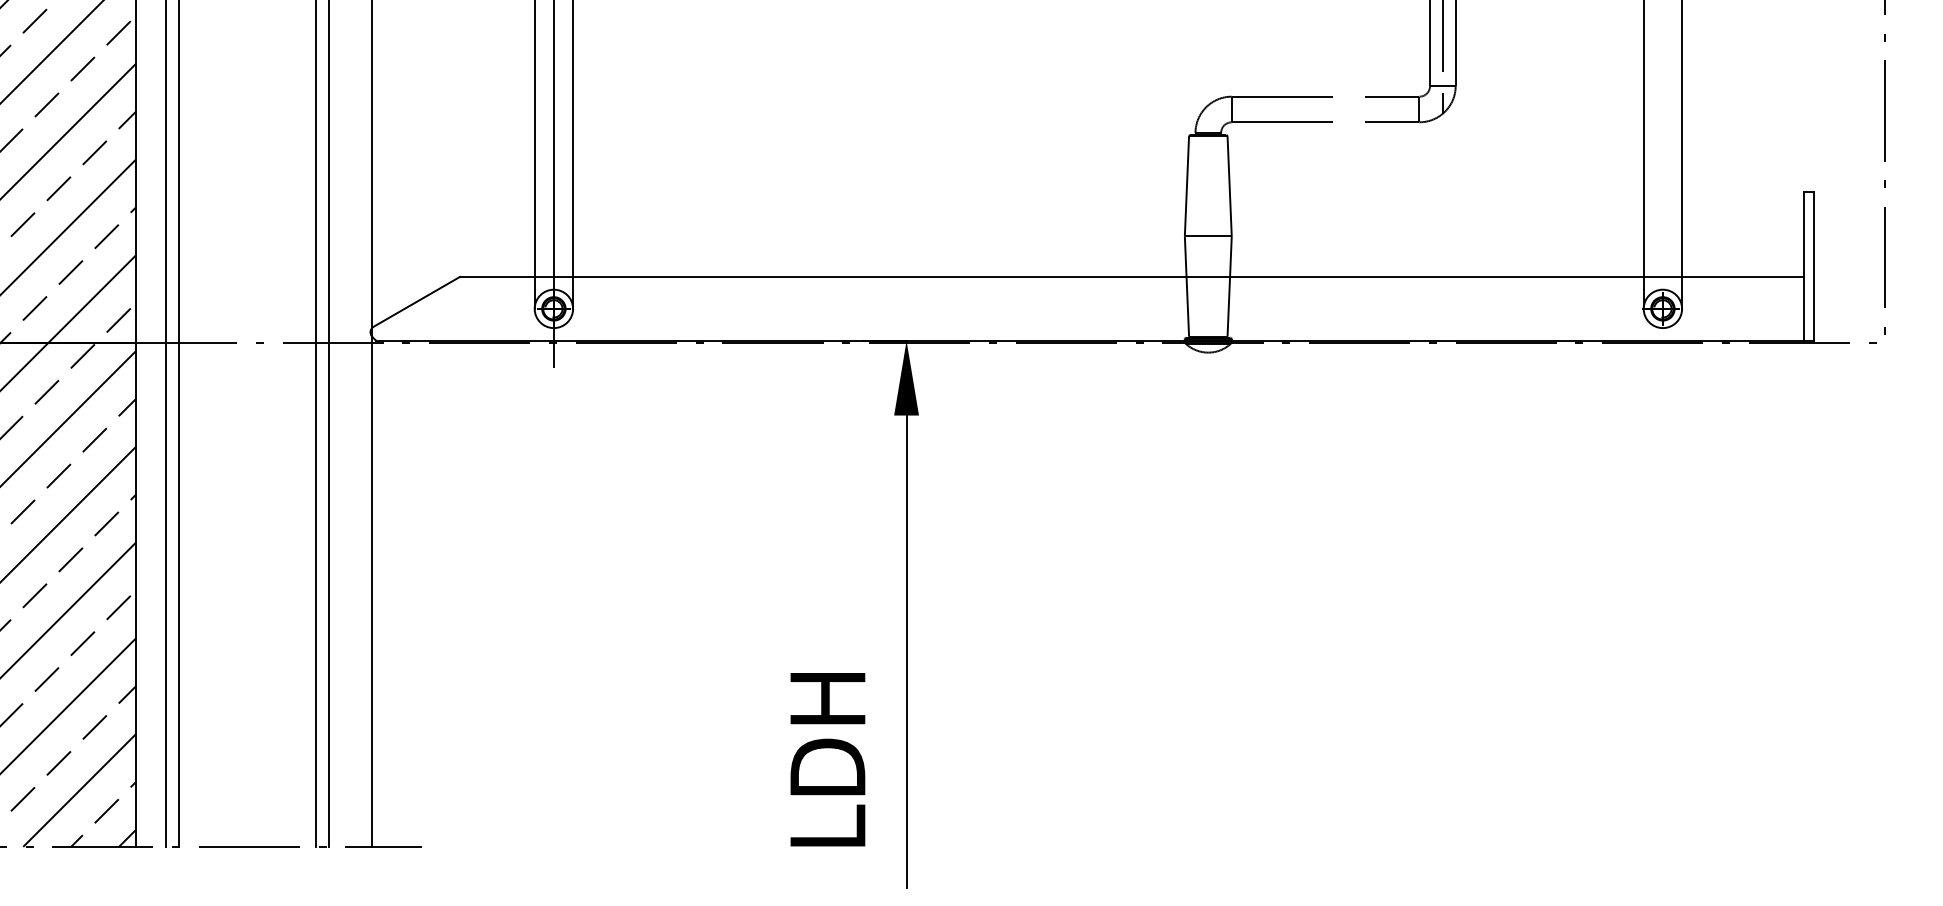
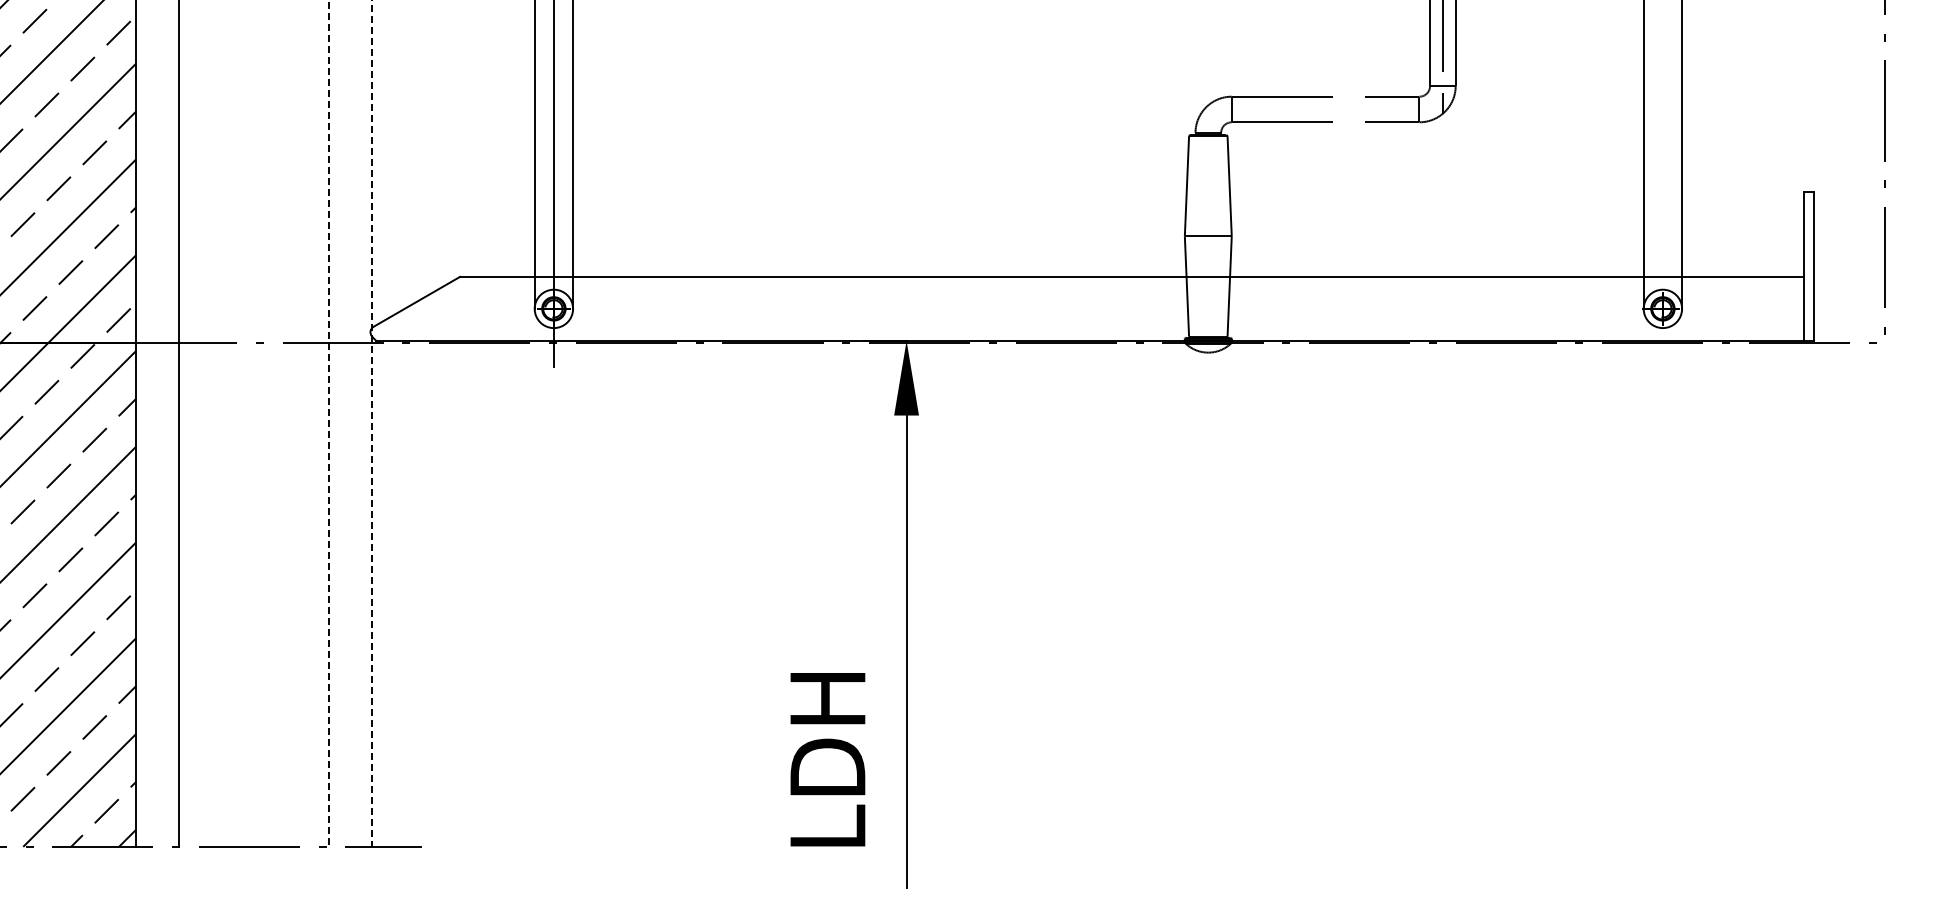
line at (165, 424): present -> none
line at (316, 424): present -> none
line at (328, 424): solid -> dashed
line at (371, 424): solid -> dashed
